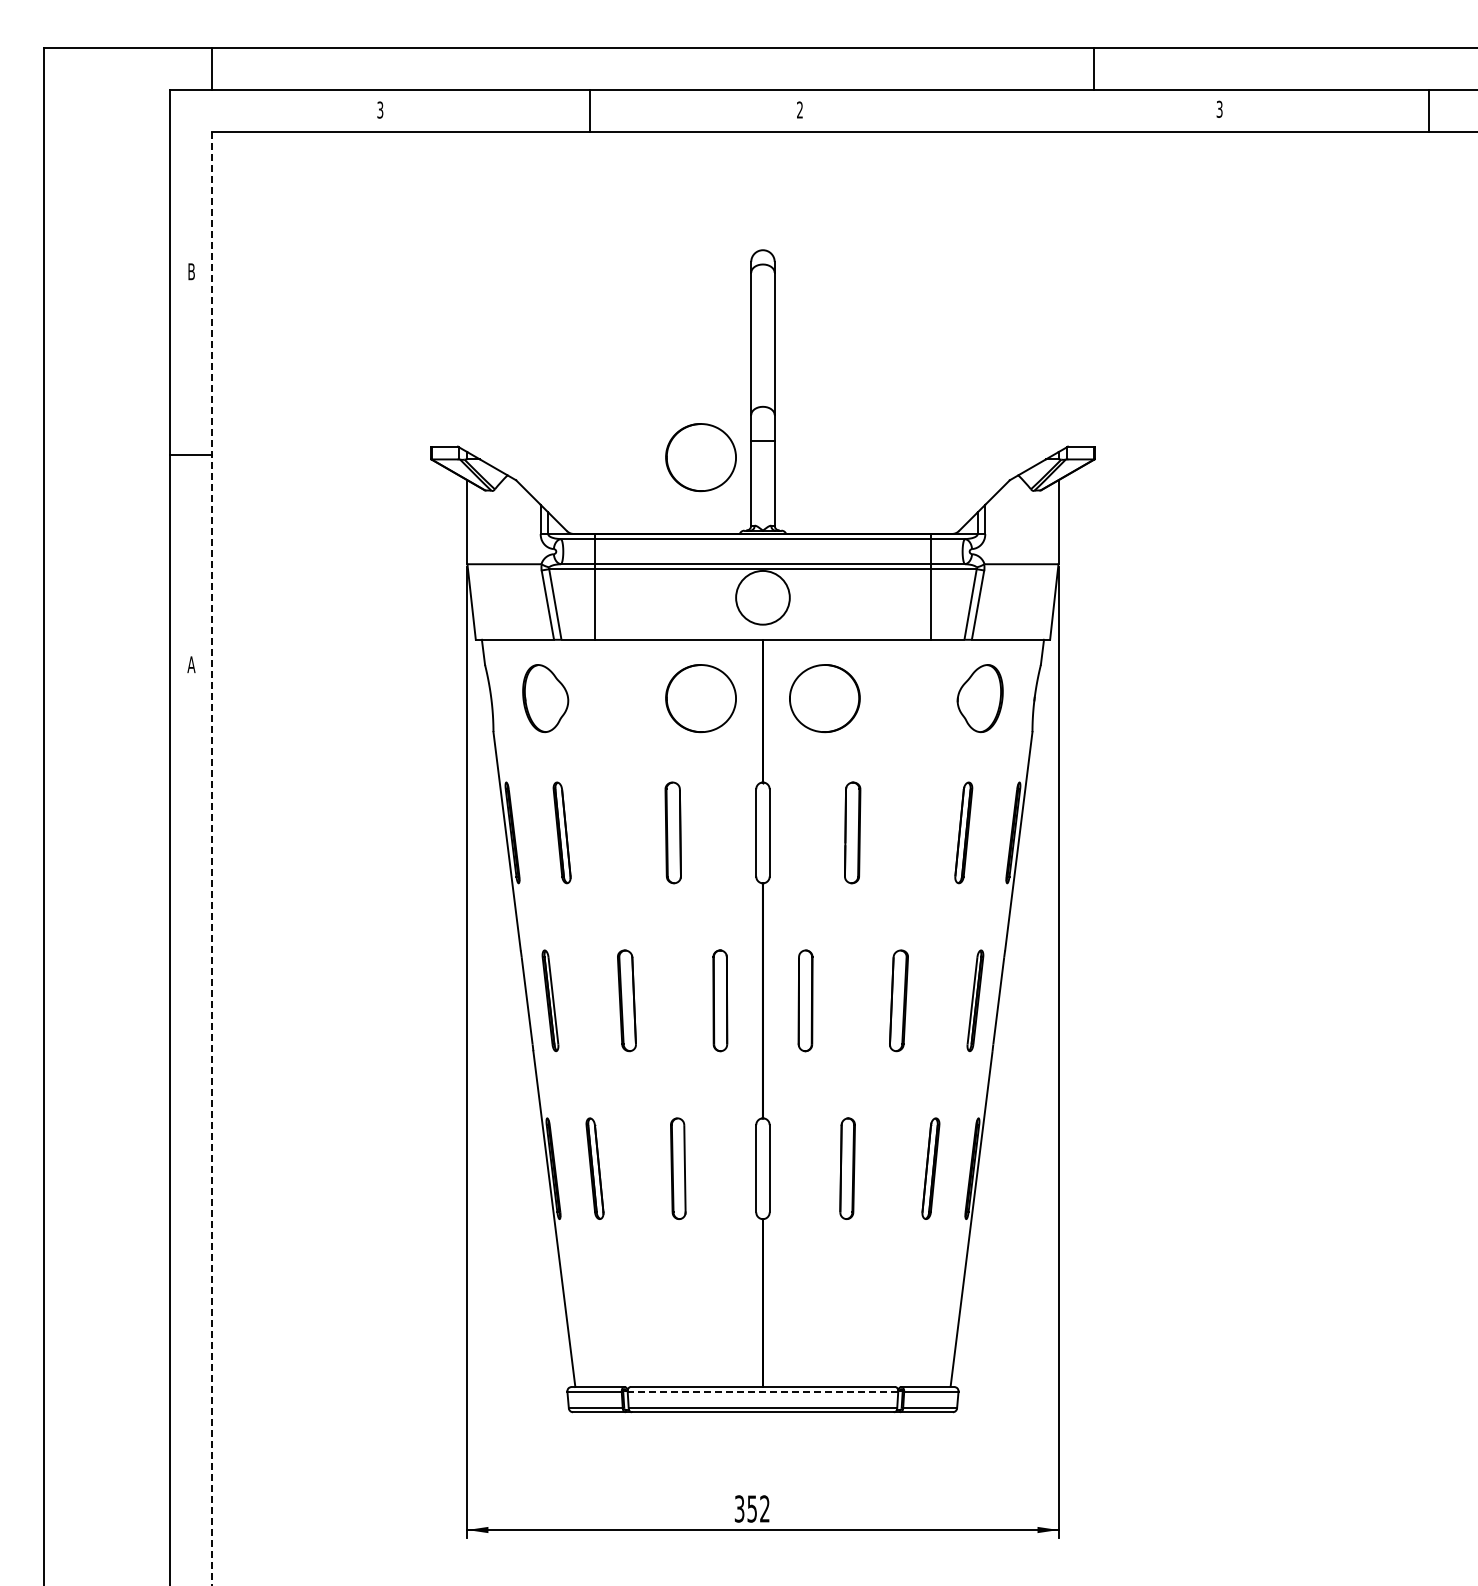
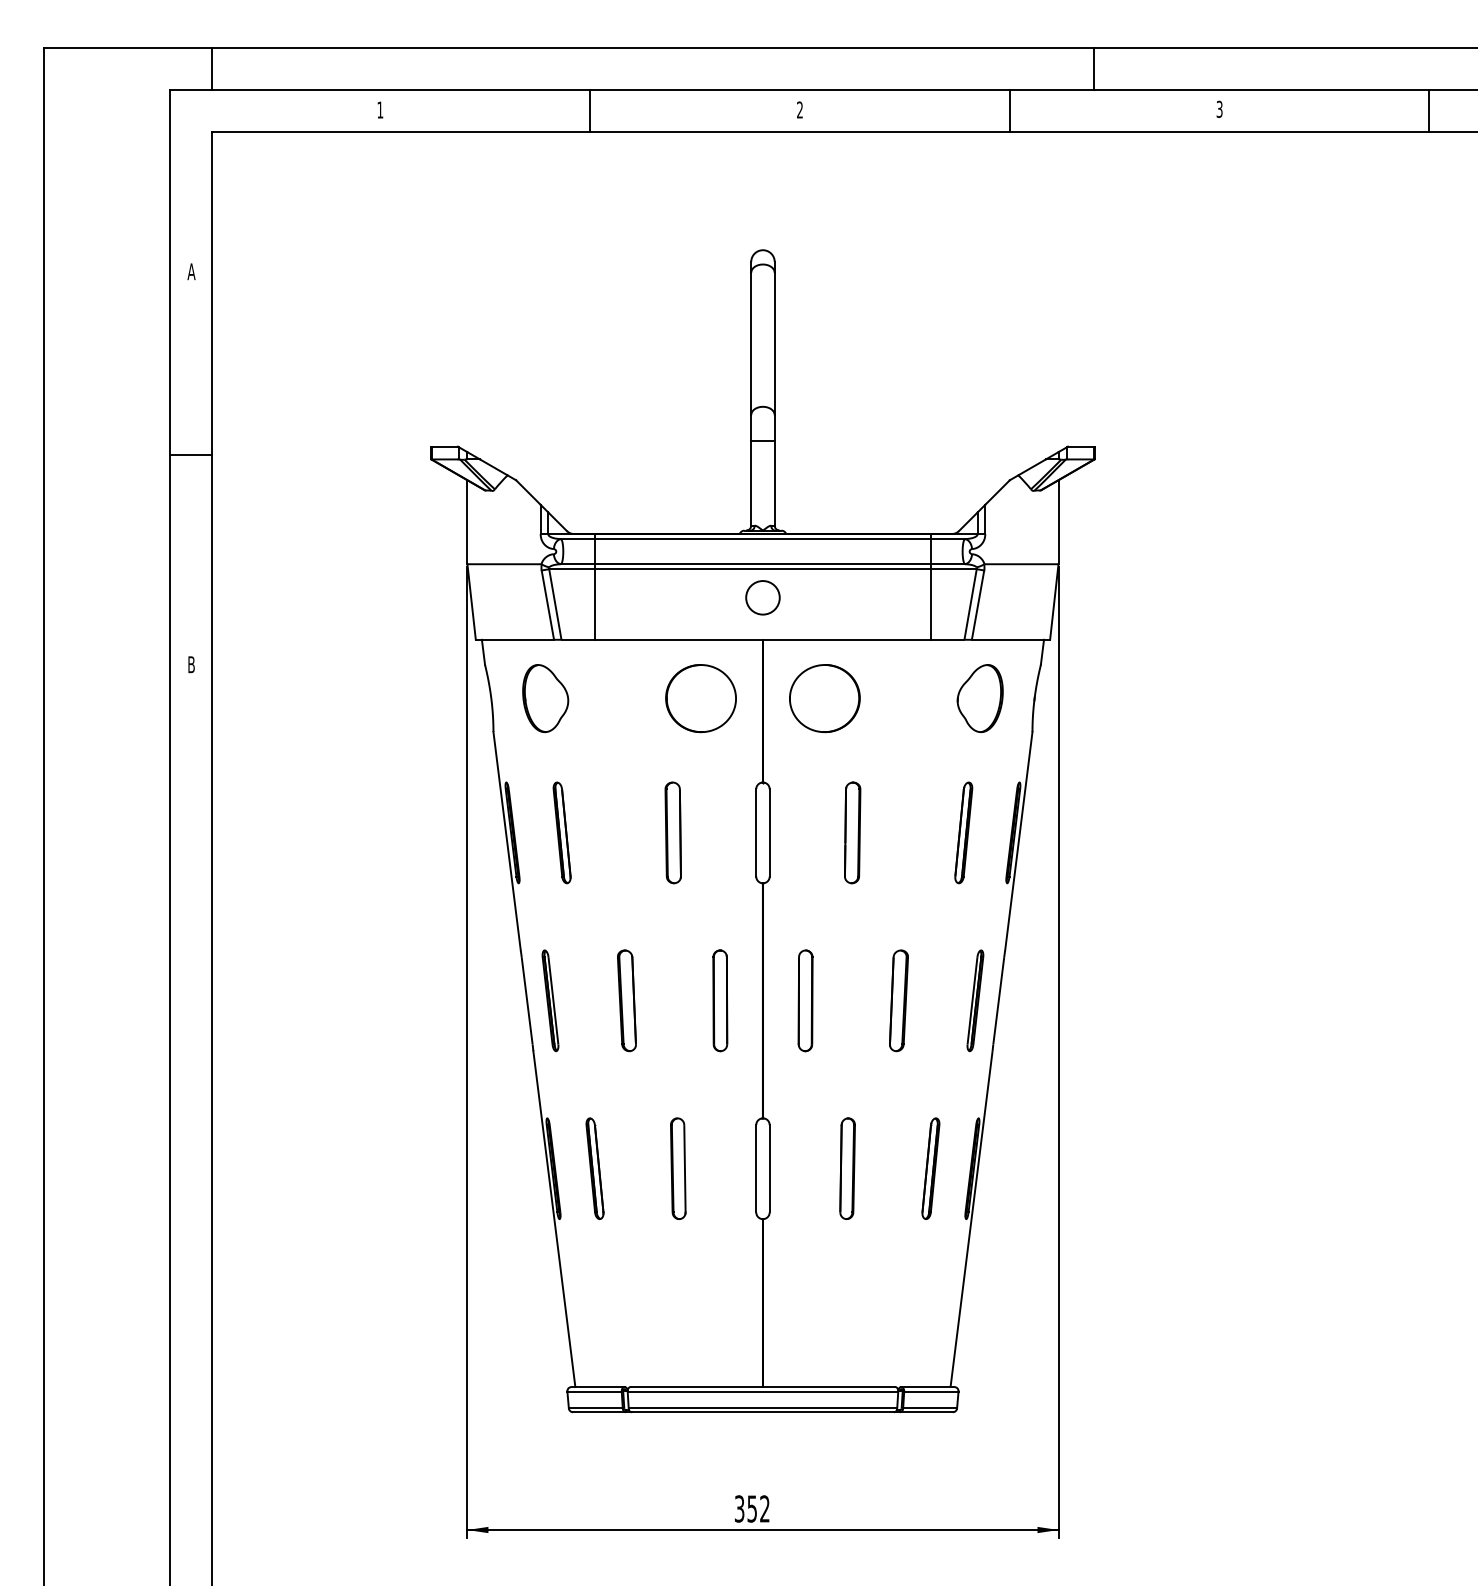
text at (380, 109): 3 -> 1
line at (1009, 110): none -> present
text at (191, 271): B -> A
part at (700, 457): present -> none
circle at (762, 597) diameter: 54 px -> 34 px
text at (191, 664): A -> B
line at (212, 858): dashed -> solid
line at (762, 1391): dashed -> solid
